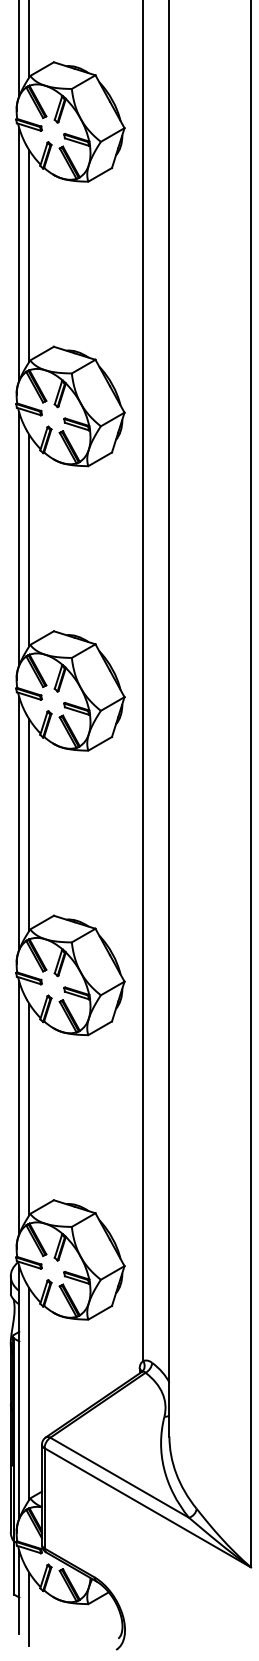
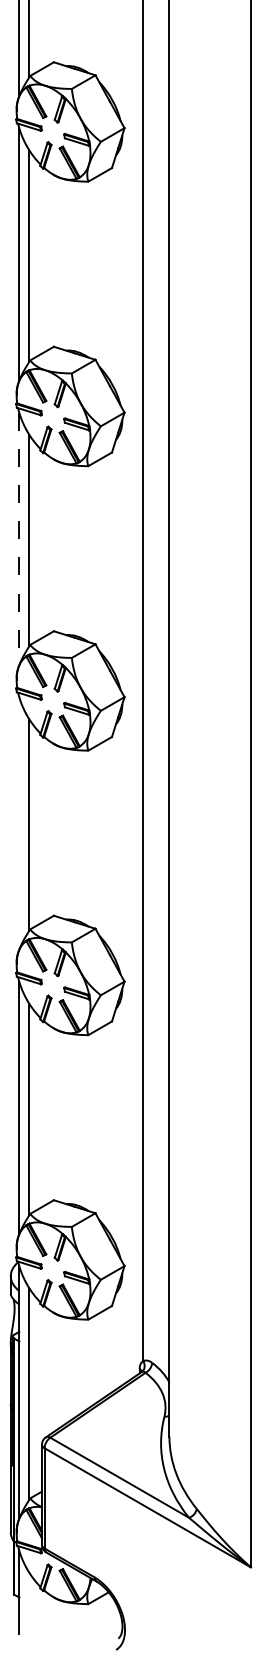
line at (19, 539): solid -> dashed
line at (19, 823): present -> none
line at (29, 1609): present -> none
